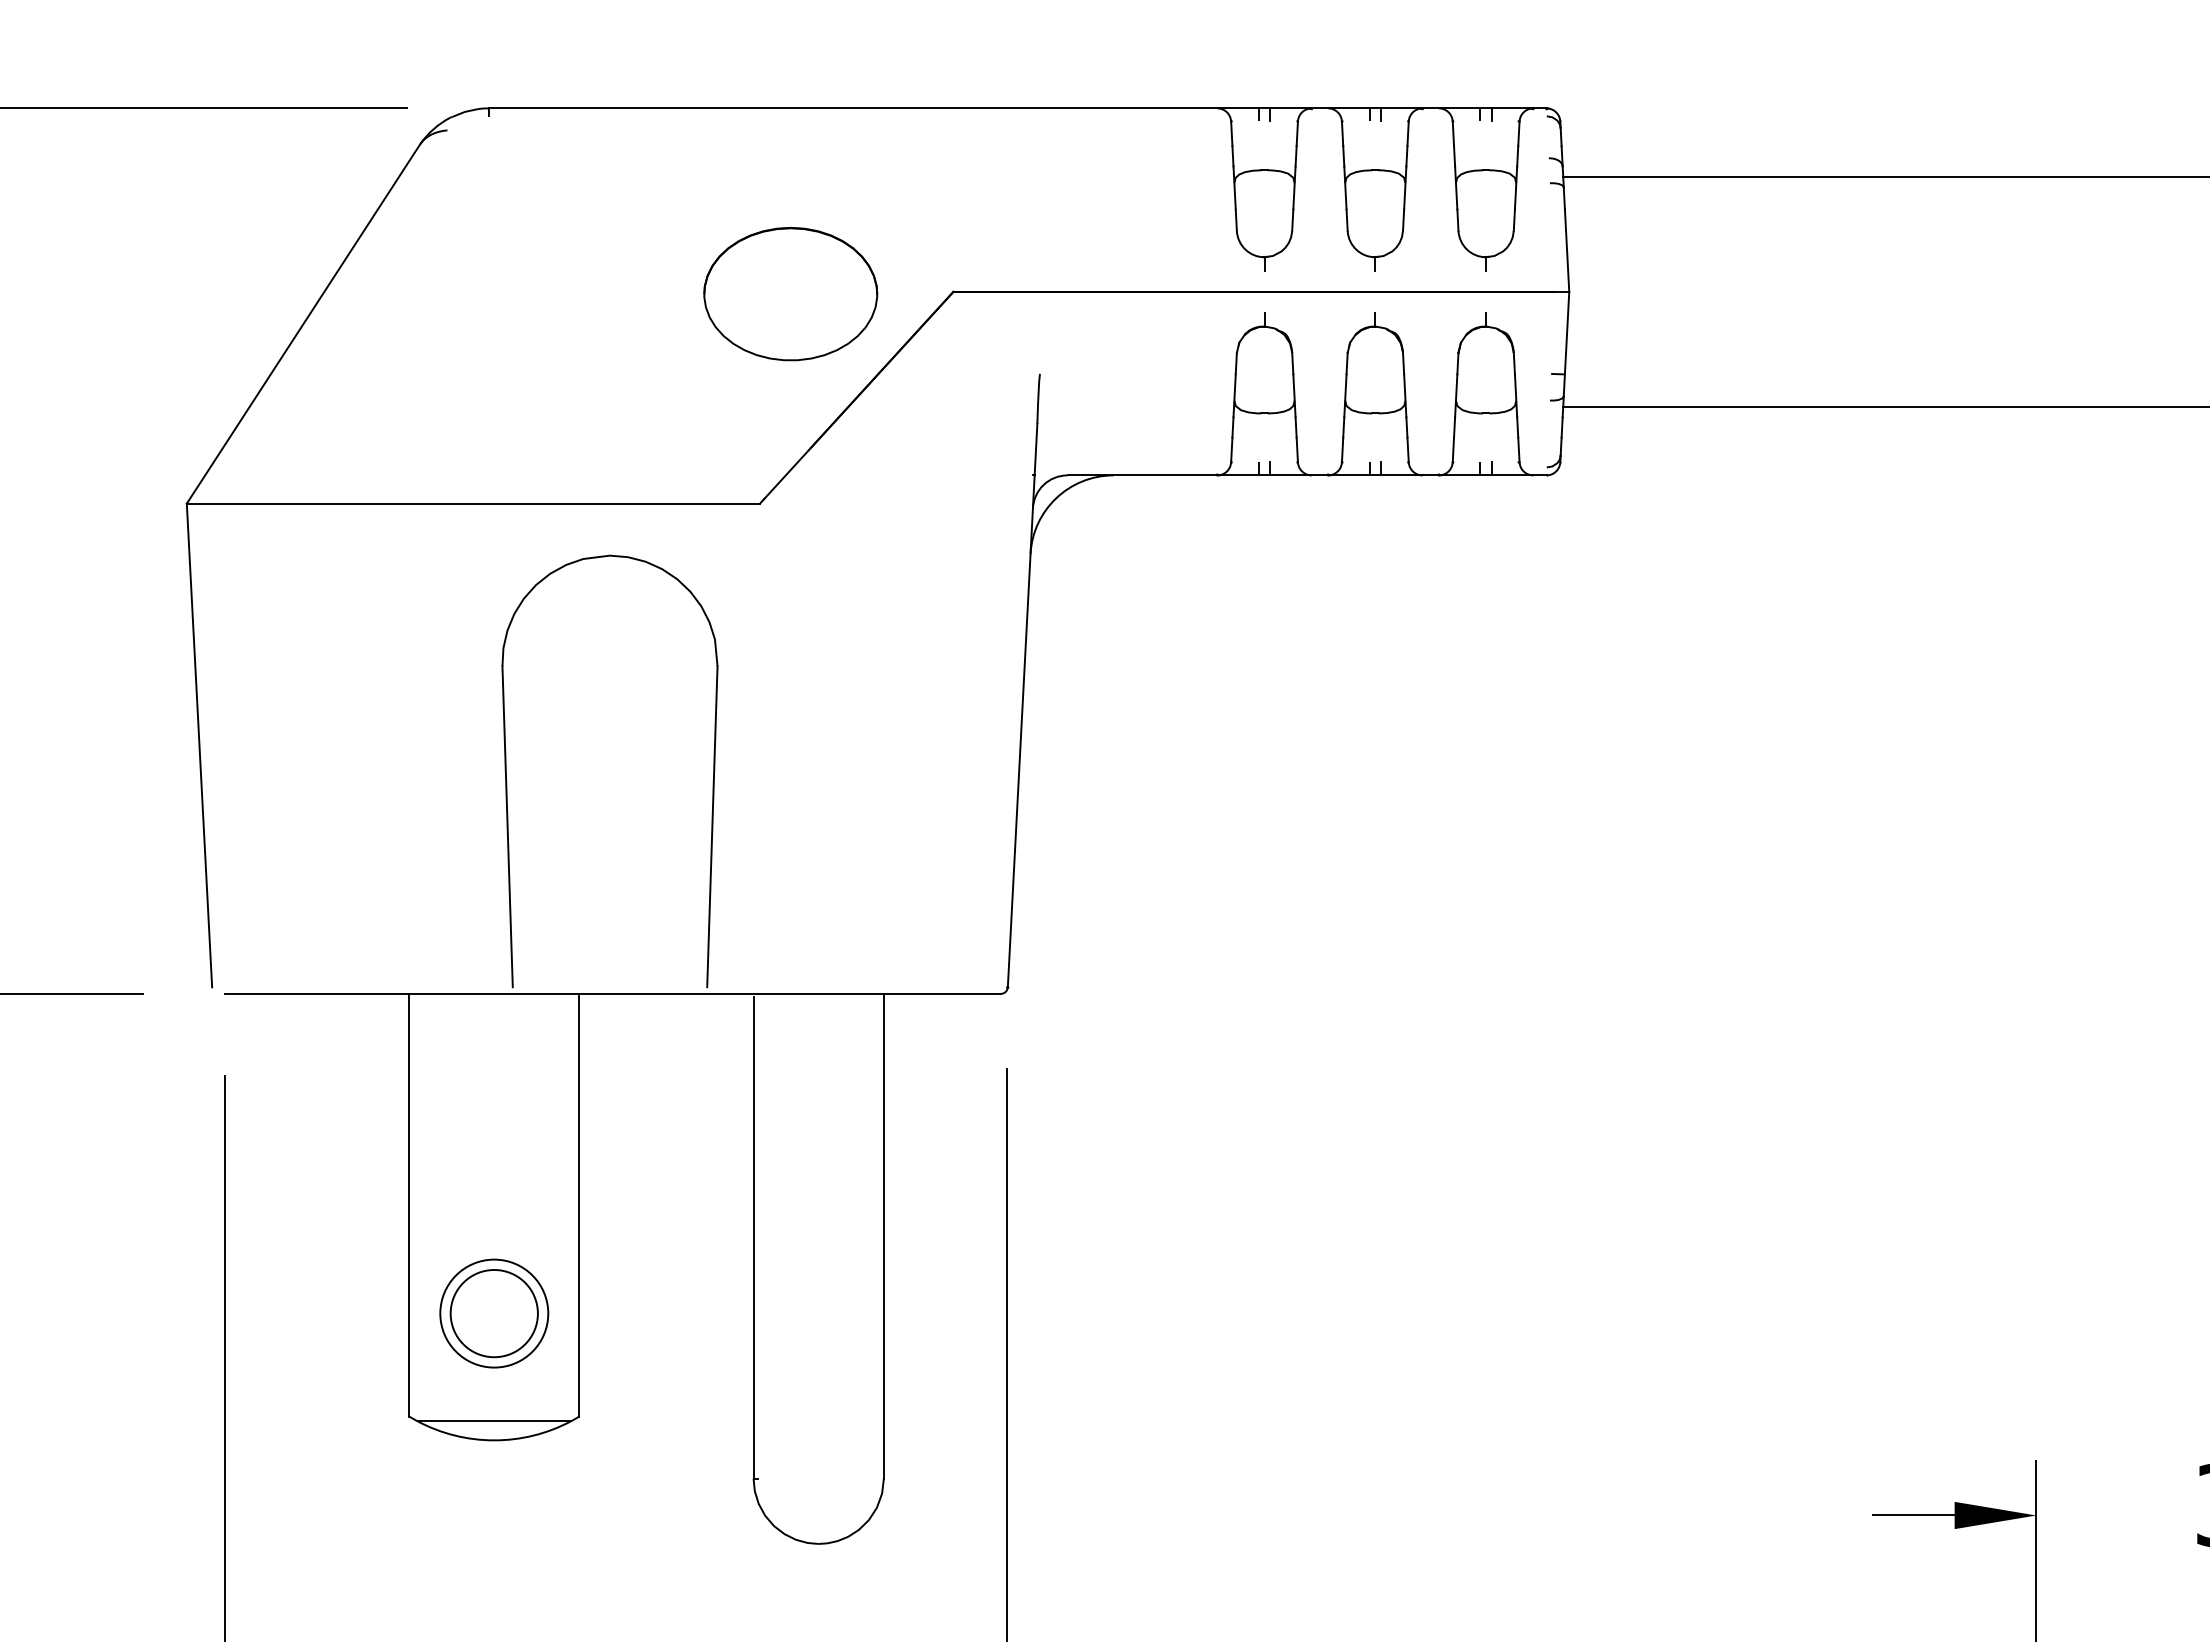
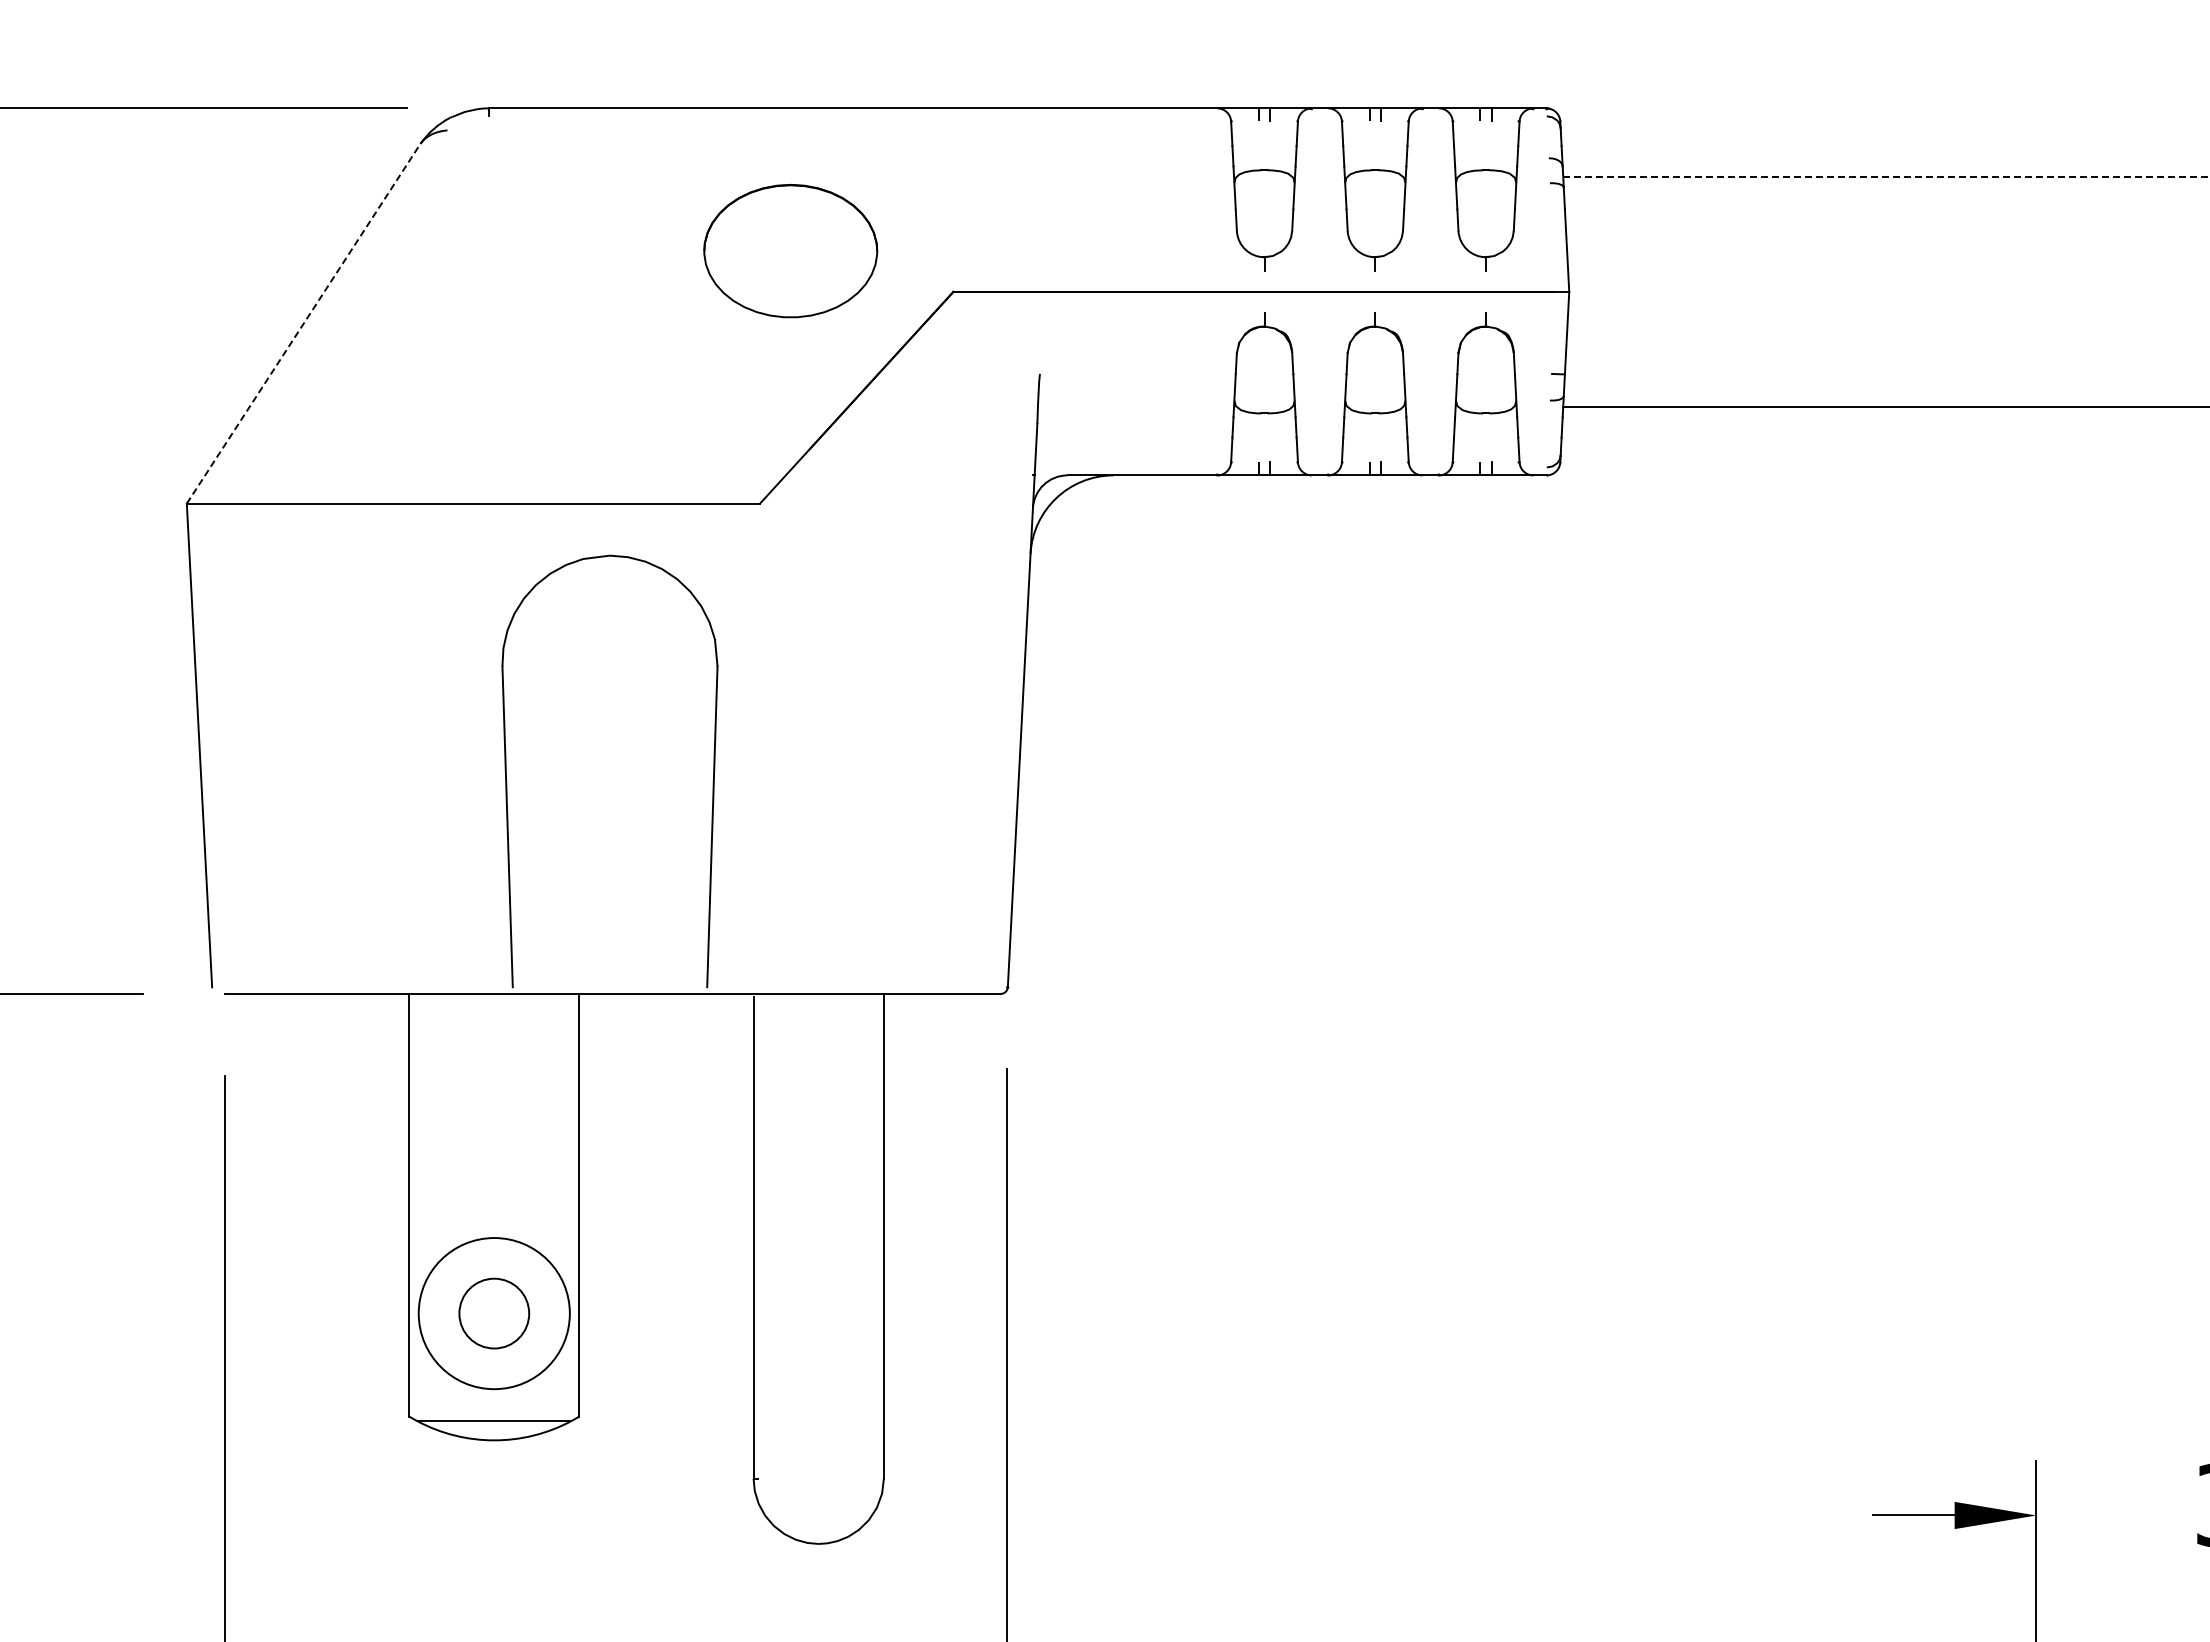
line at (1886, 176): solid -> dashed
part at (790, 294) position: (790, 294) -> (790, 251)
line at (303, 323): solid -> dashed
circle at (493, 1313) diameter: 87 px -> 70 px
circle at (494, 1313) diameter: 108 px -> 151 px
